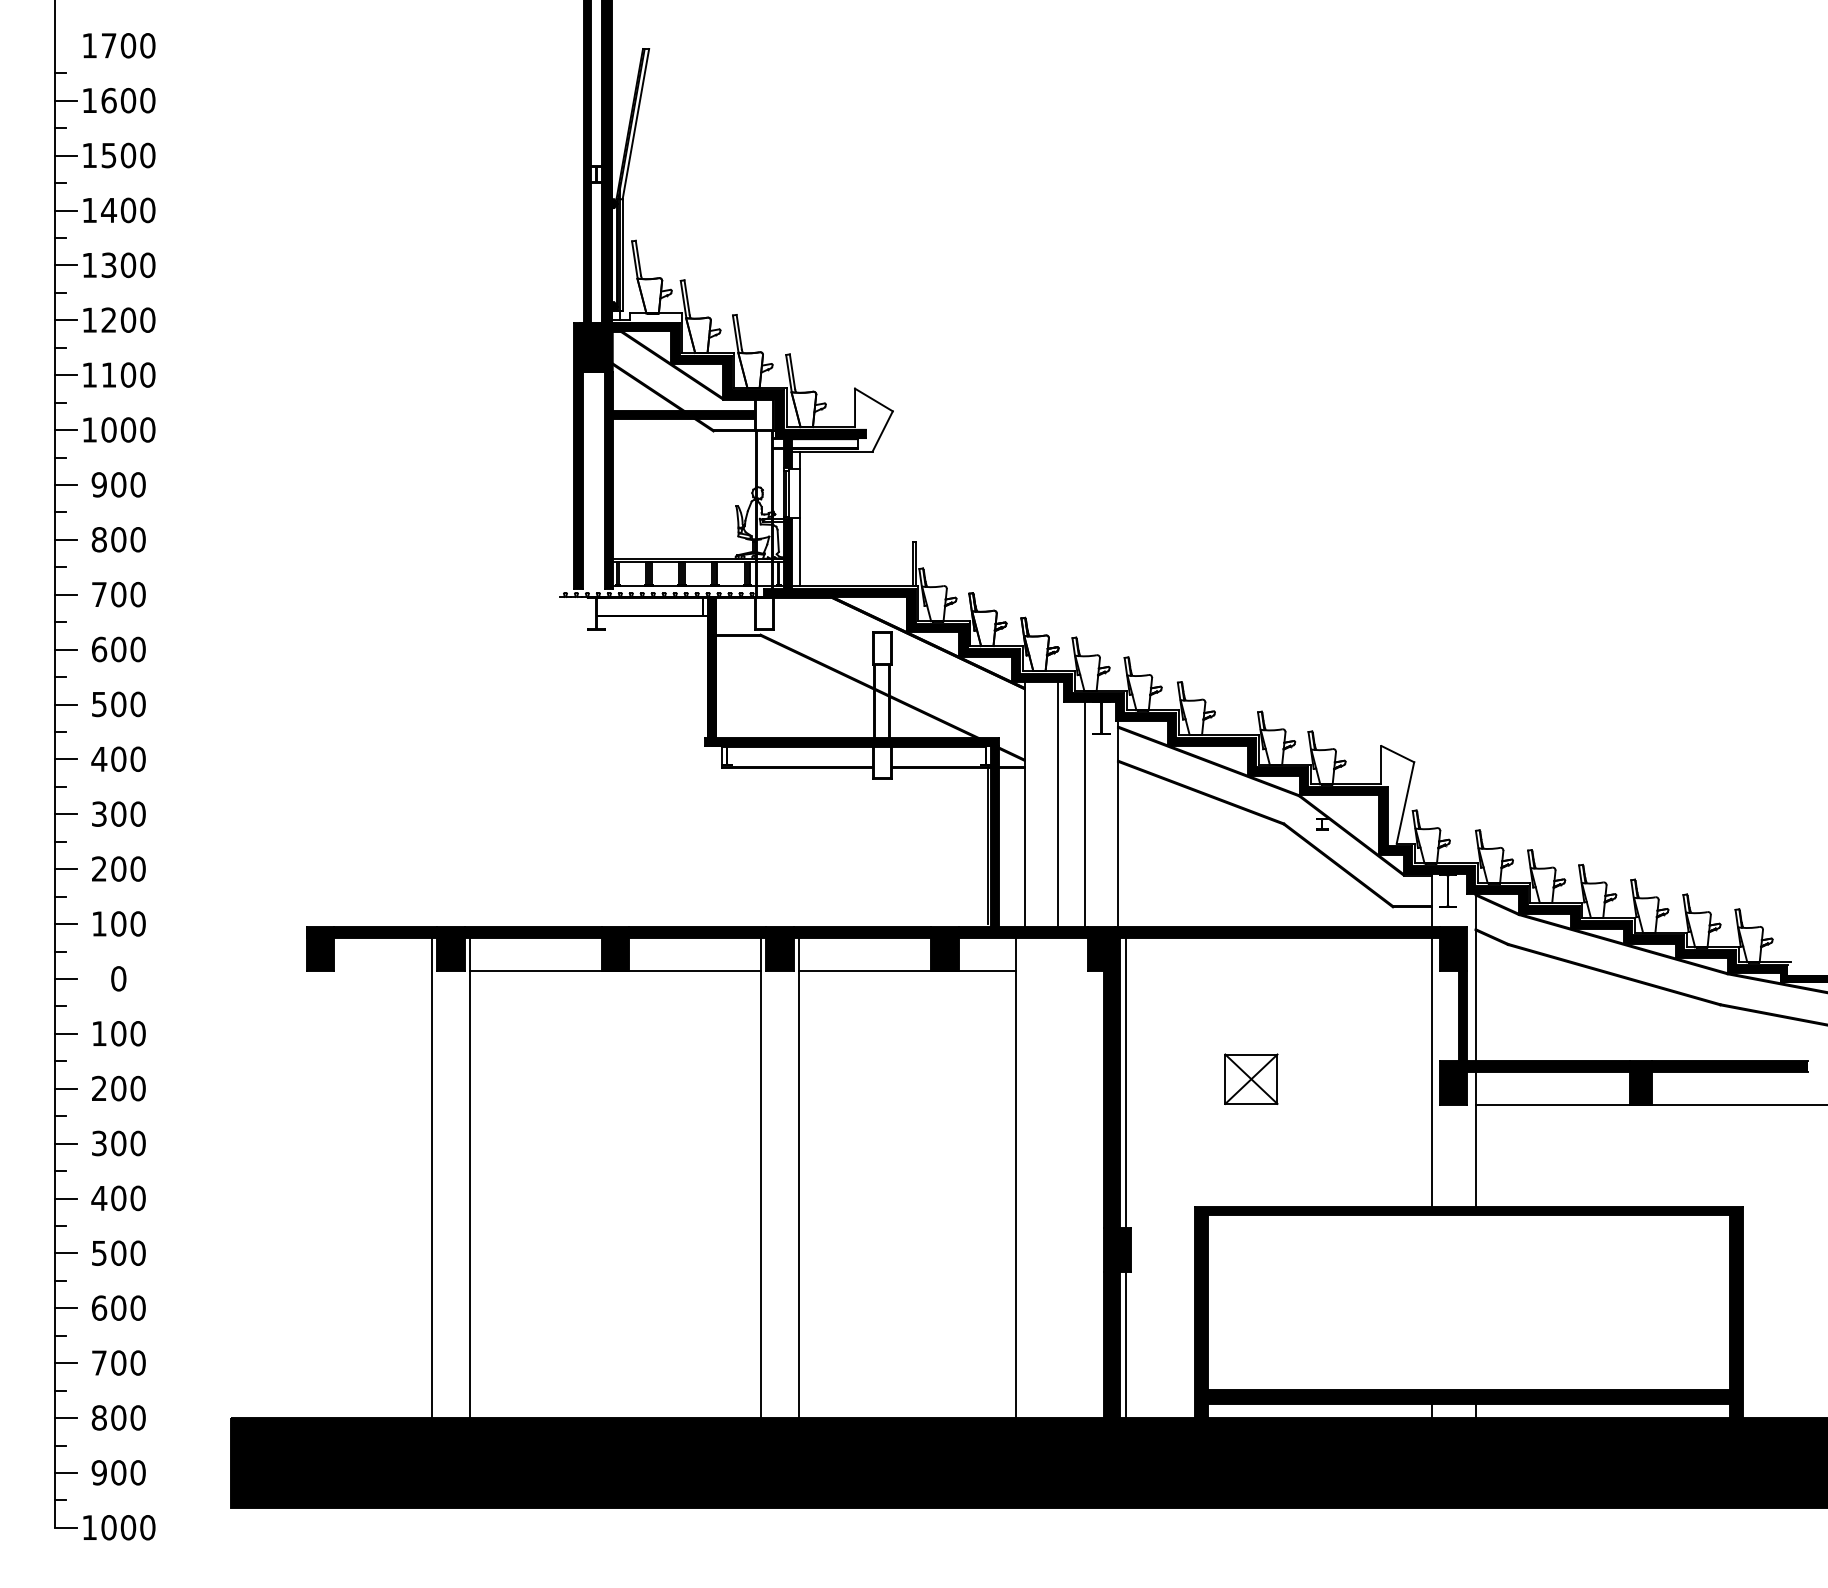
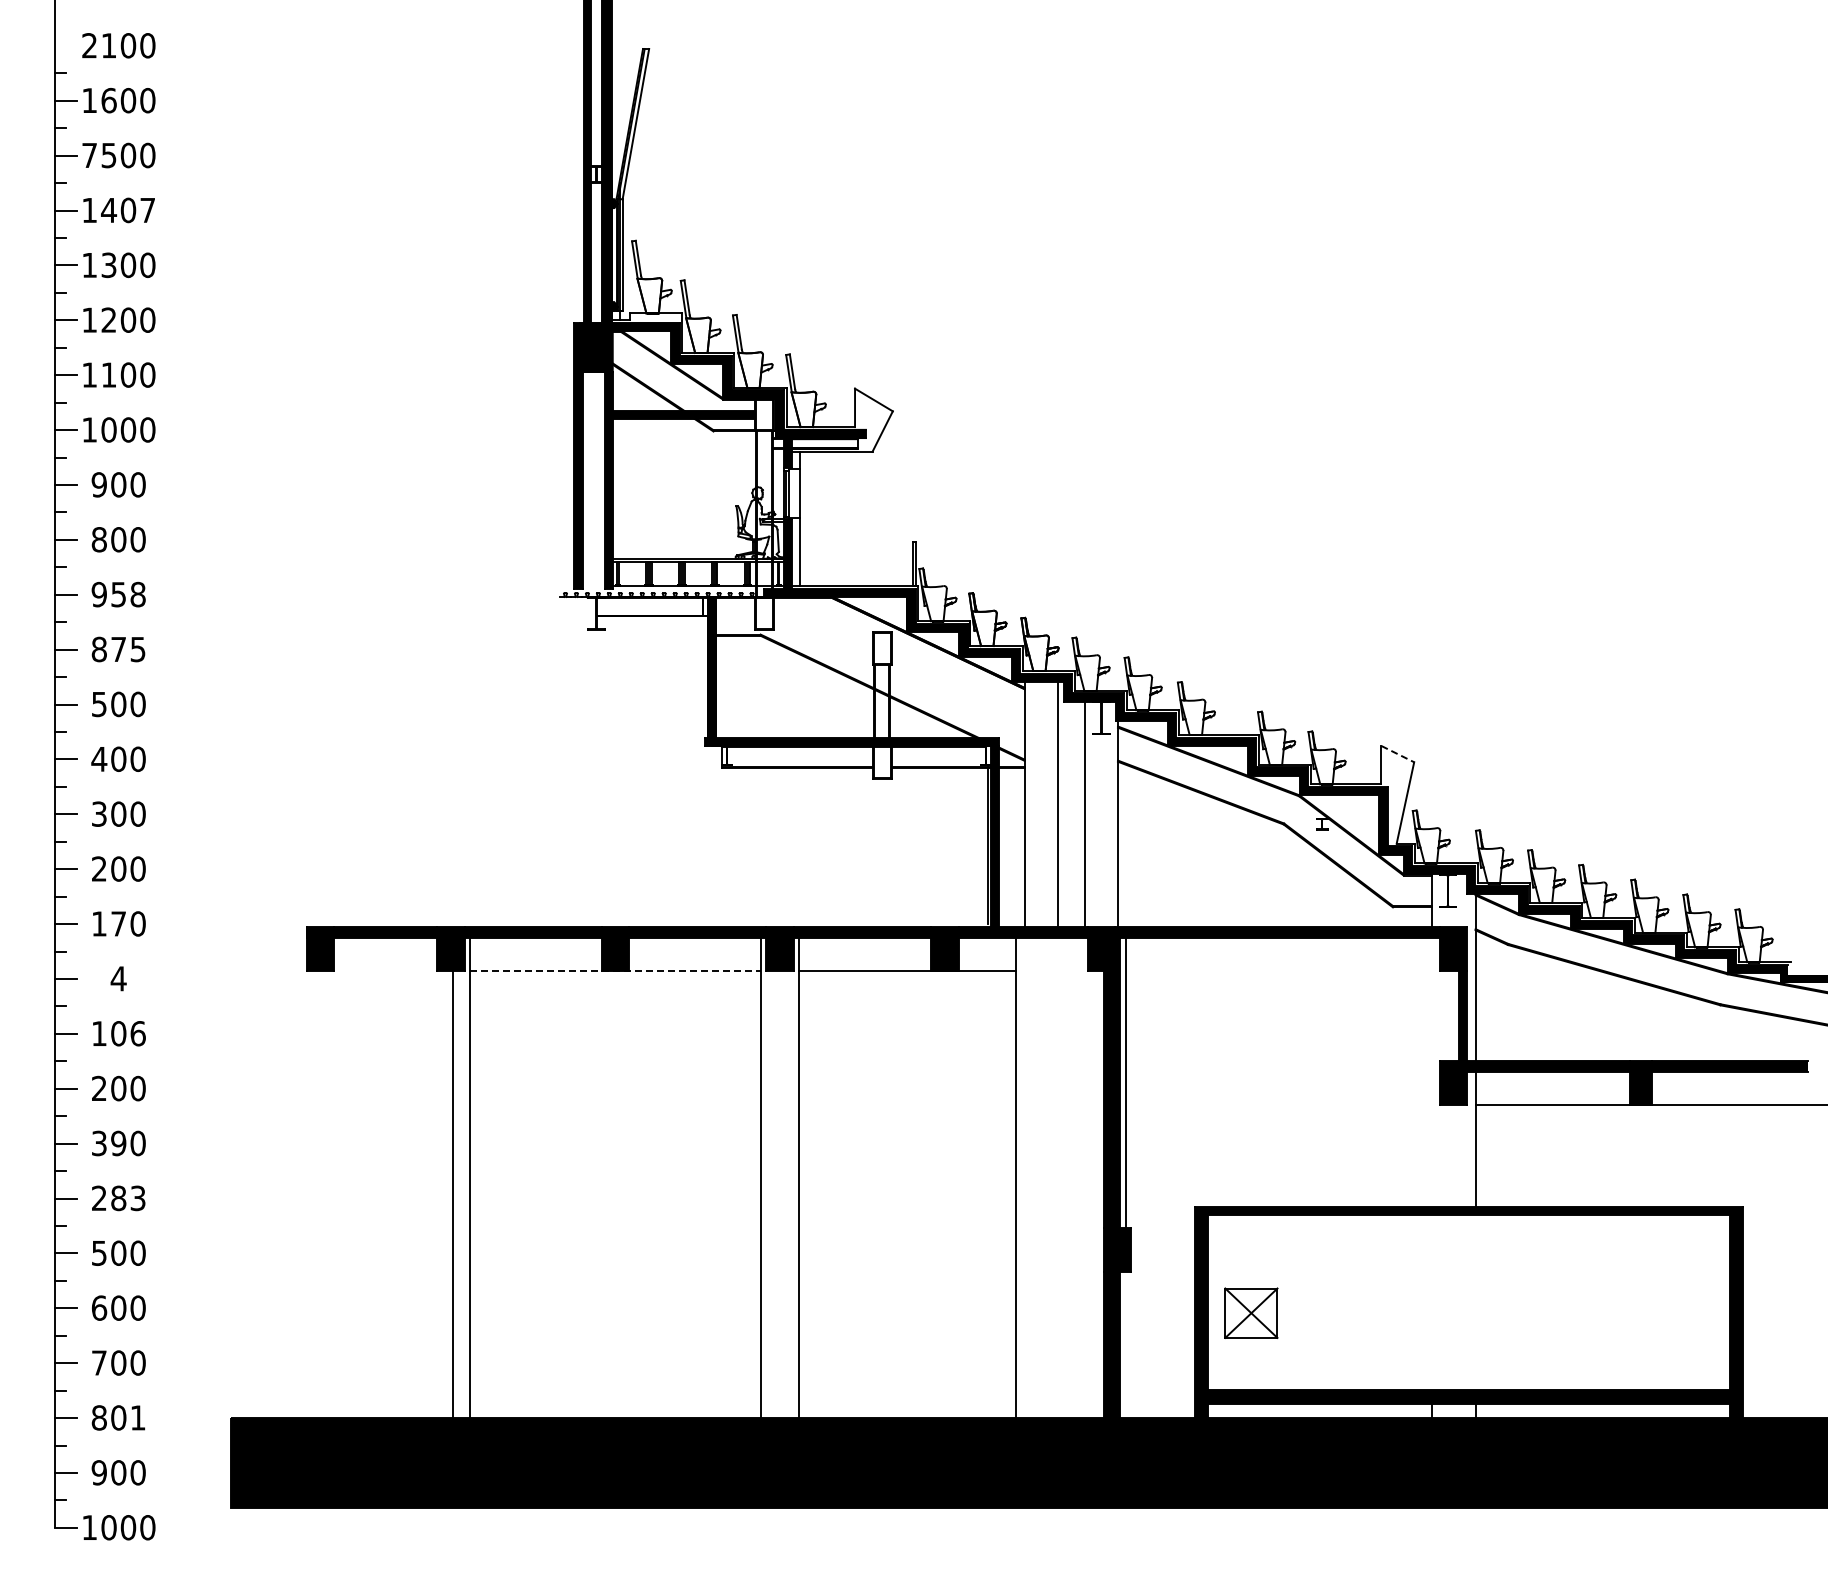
text at (99, 45): 1700 -> 2100
text at (89, 155): 1500 -> 7500
text at (147, 210): 1400 -> 1407
text at (118, 594): 700 -> 958
text at (118, 649): 600 -> 875
line at (1398, 754): solid -> dashed
text at (118, 923): 100 -> 170
line at (615, 970): solid -> dashed
text at (118, 978): 0 -> 4
text at (137, 1033): 100 -> 106
line at (1431, 1071): present -> none
part at (1251, 1078) position: (1251, 1078) -> (1251, 1312)
text at (118, 1143): 300 -> 390
line at (431, 1176) position: (431, 1176) -> (452, 1176)
text at (118, 1198): 400 -> 283
line at (1126, 1346): present -> none
text at (137, 1417): 800 -> 801
